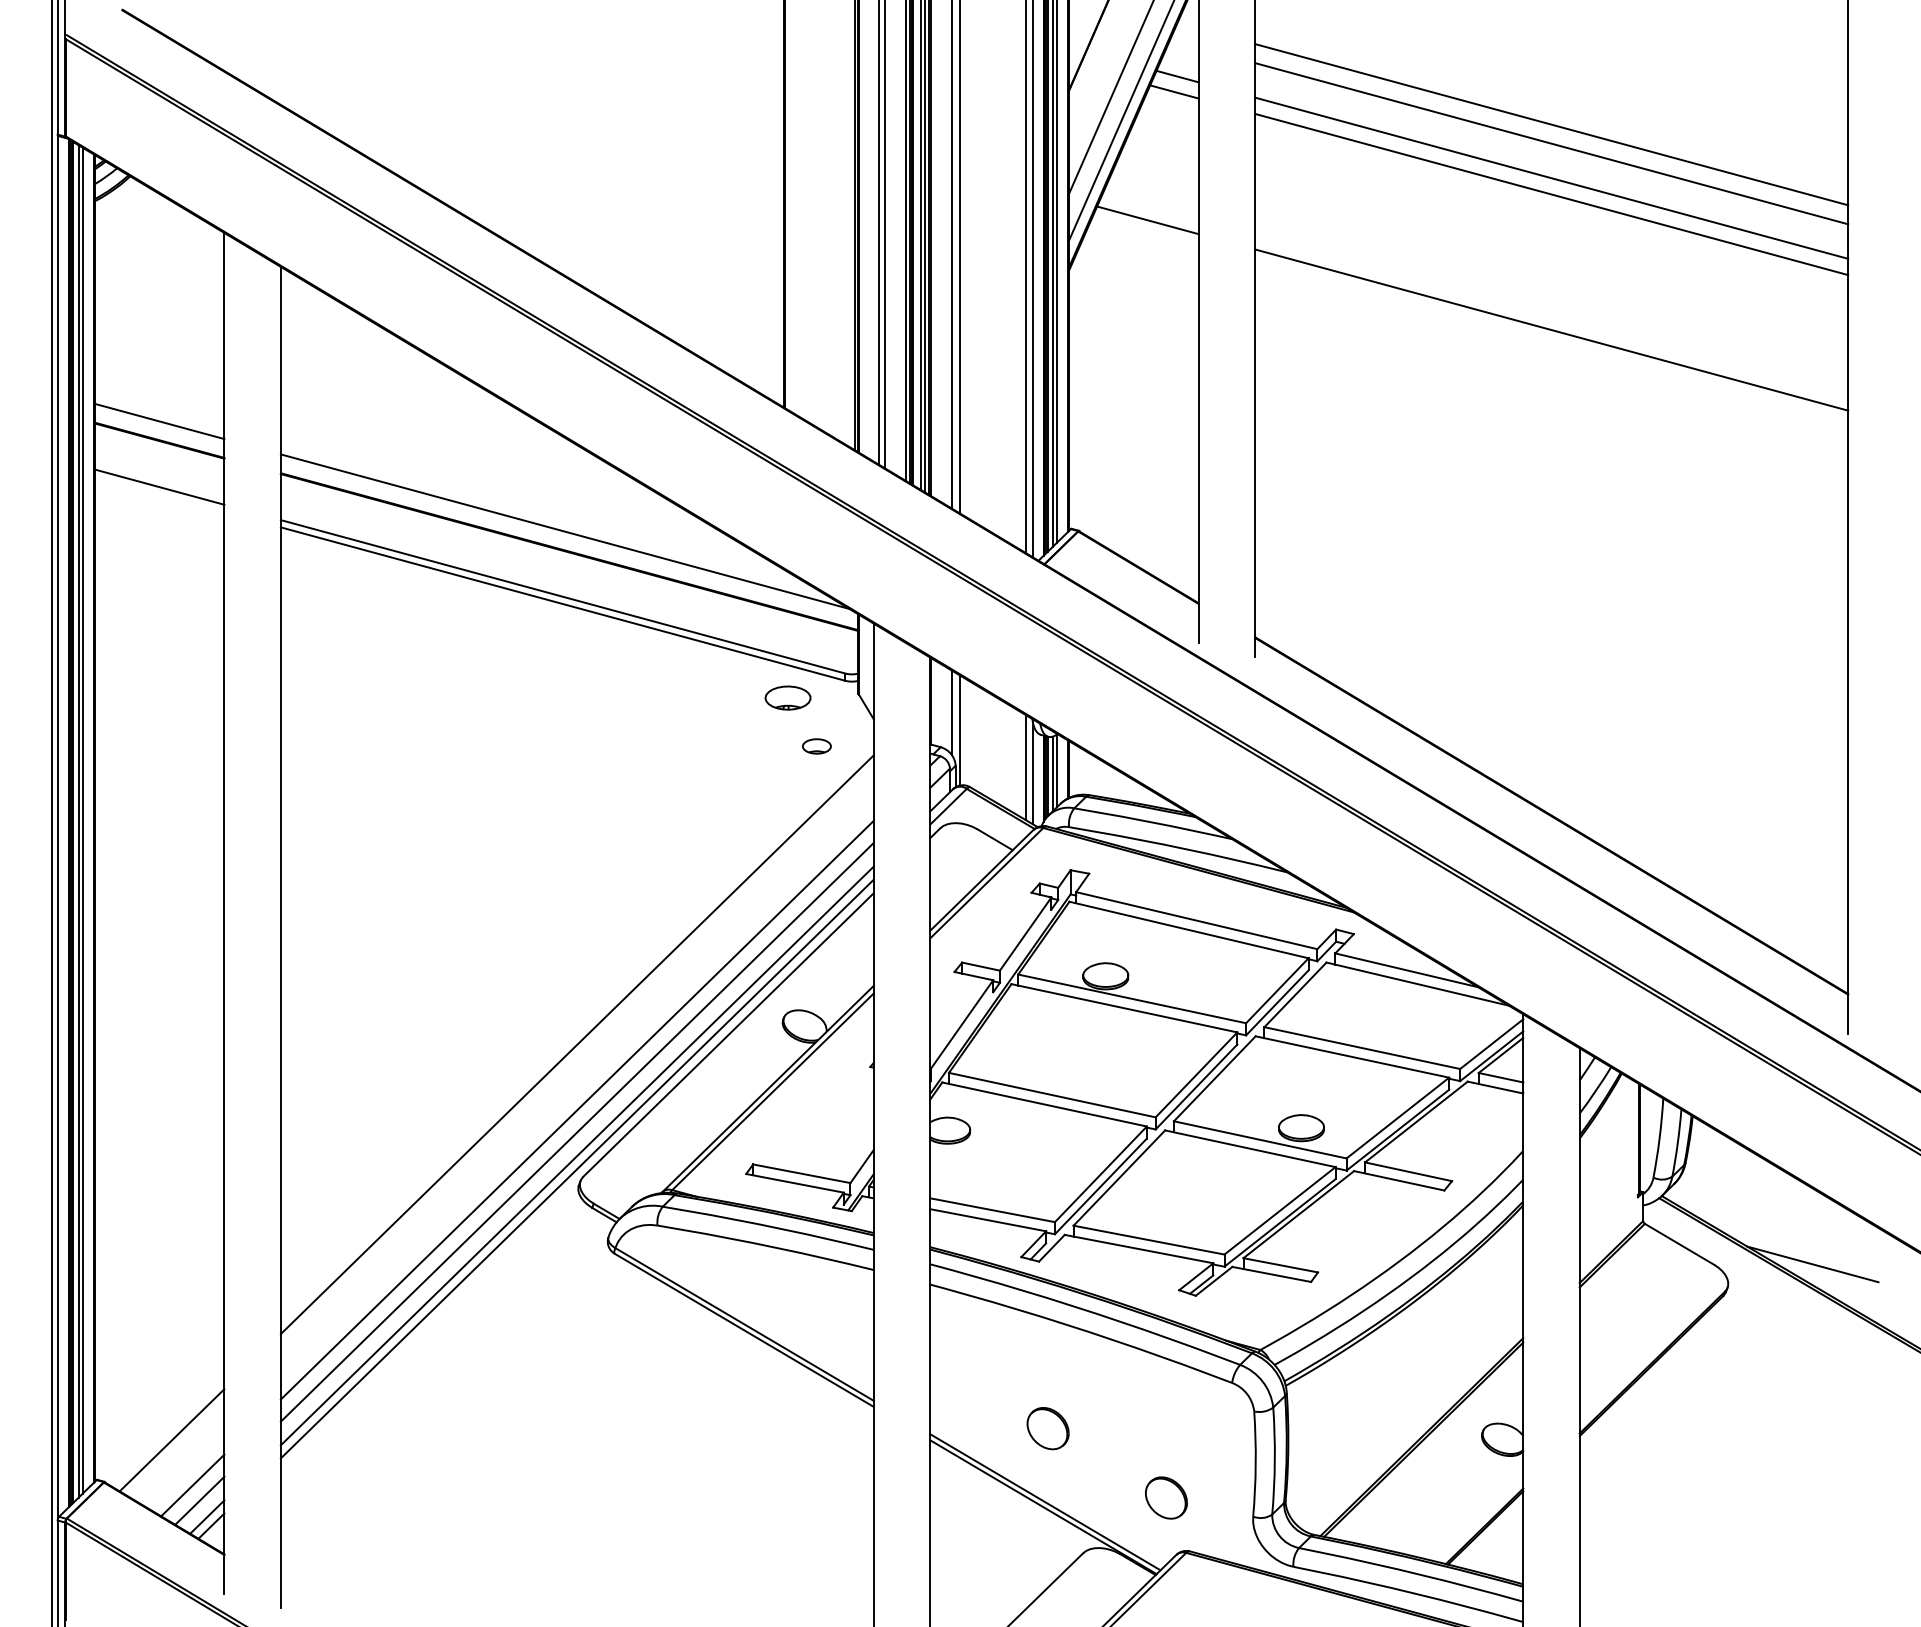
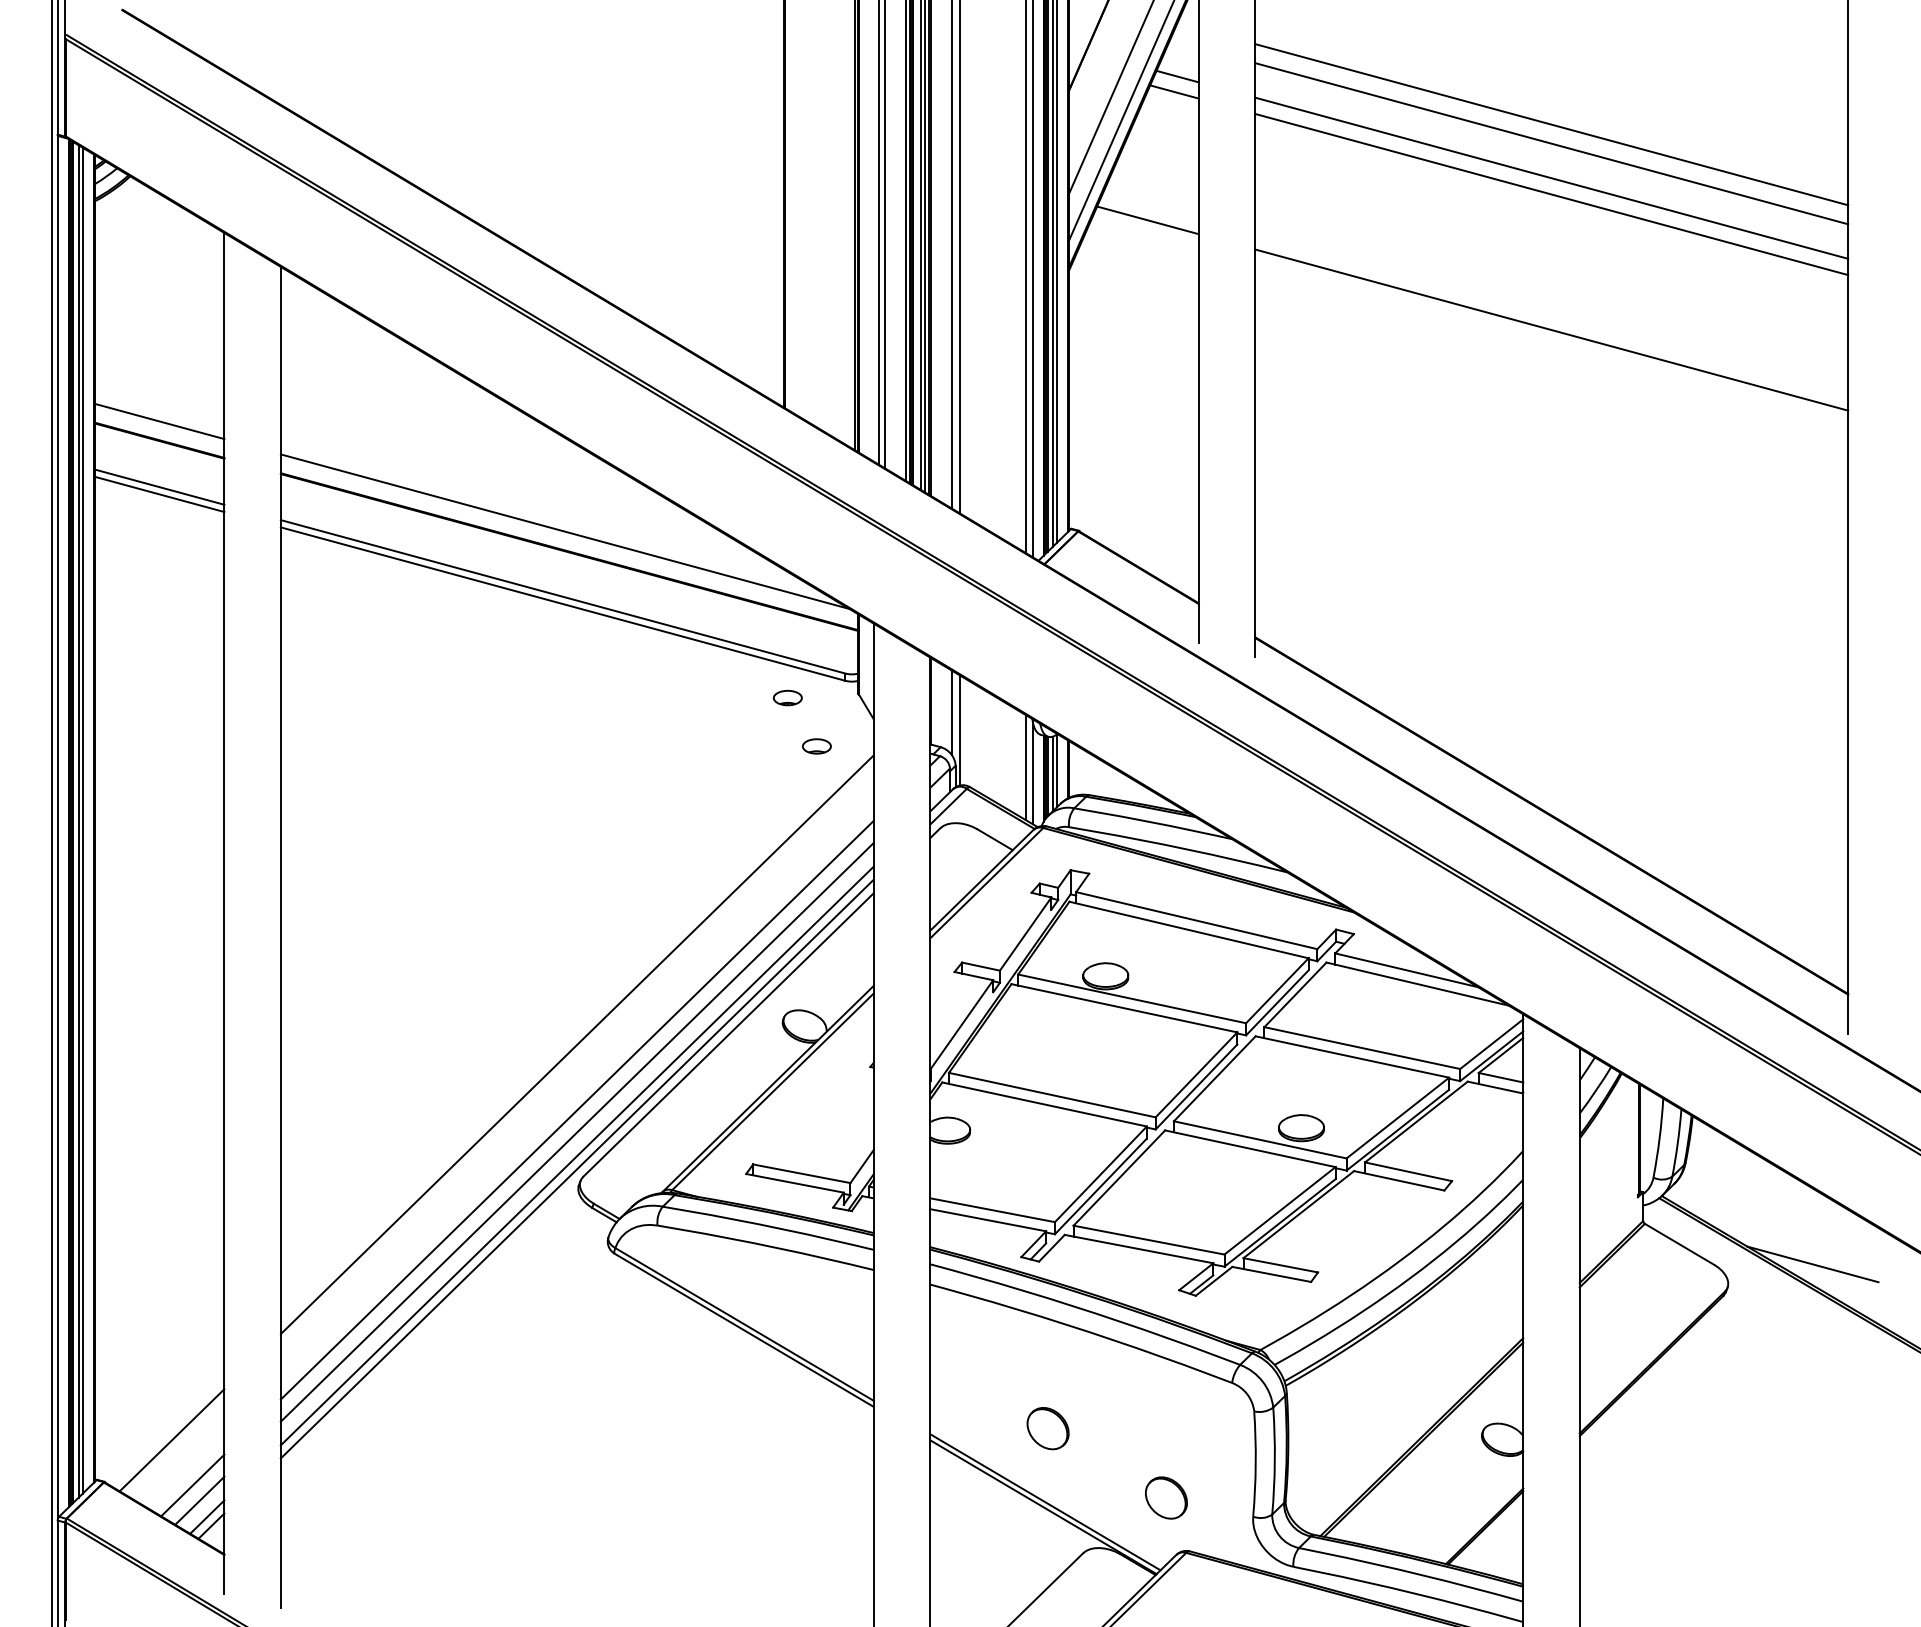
line at (159, 494): none -> present
part at (787, 697) size: 48x26 px -> 31x18 px
